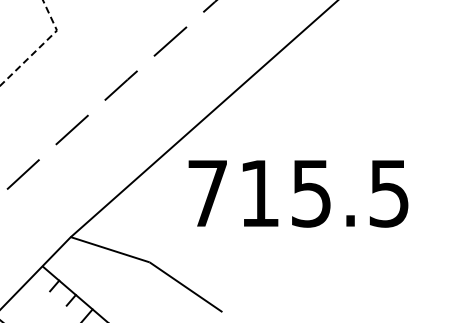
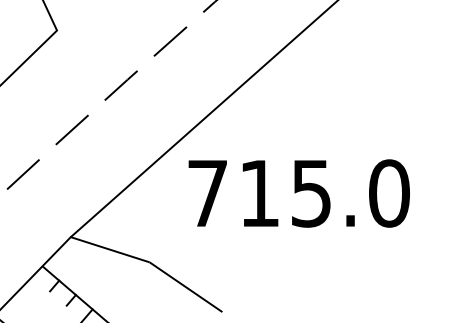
line at (41, 45): dashed -> solid
text at (389, 193): 715.5 -> 715.0
